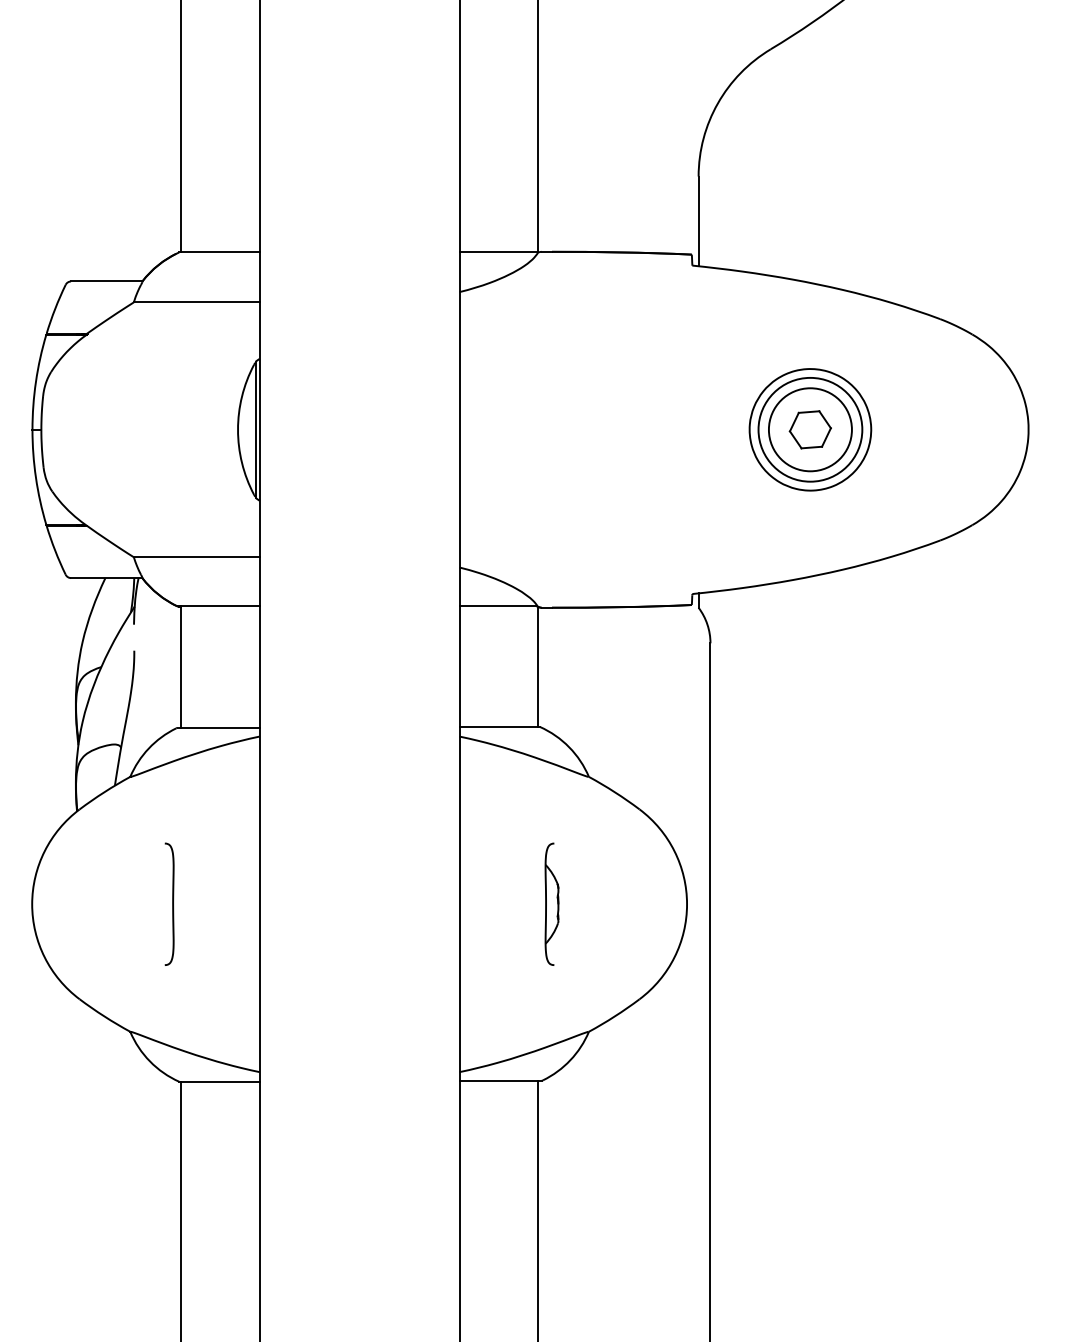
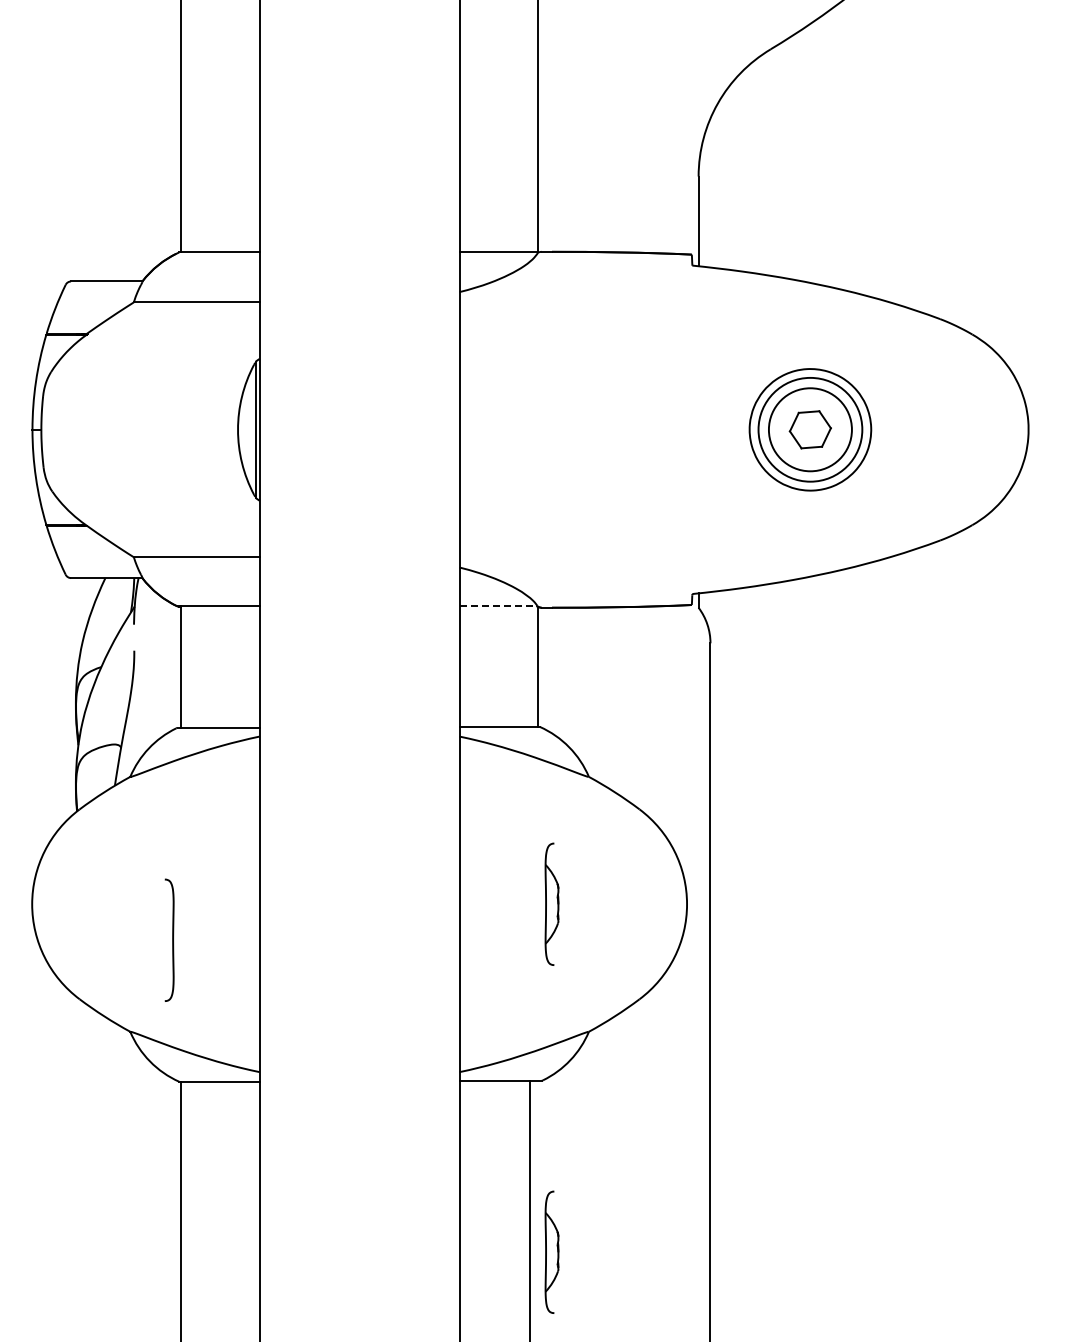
line at (498, 606): solid -> dashed
curve at (172, 903) position: (172, 903) -> (172, 939)
line at (538, 1209) position: (538, 1209) -> (530, 1209)
part at (551, 1251): none -> present
